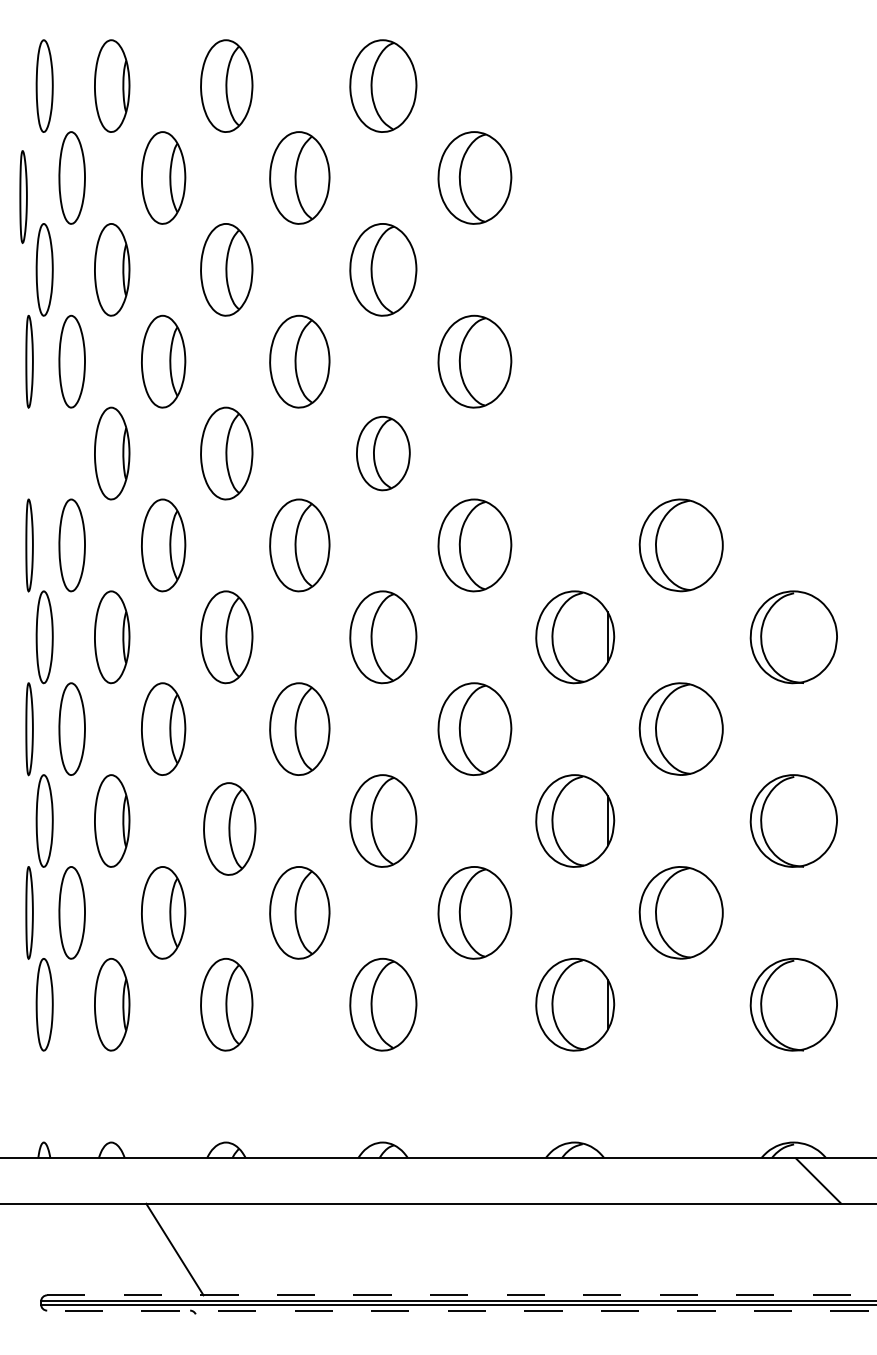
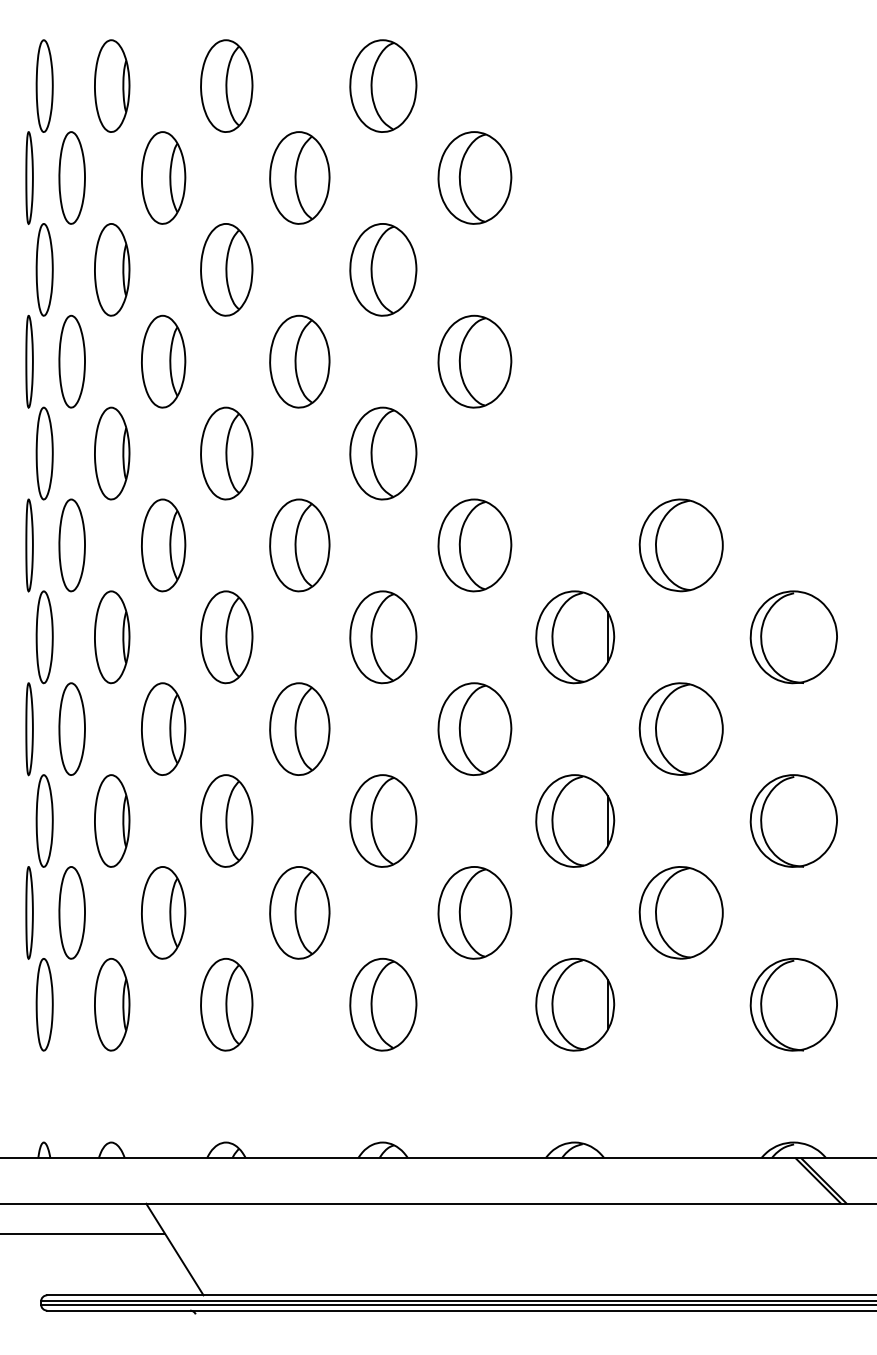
part at (23, 196) position: (23, 196) -> (29, 177)
part at (44, 453): none -> present
part at (383, 453) size: 55x76 px -> 69x95 px
part at (229, 828) position: (229, 828) -> (226, 820)
hatch at (823, 1180): none -> present
line at (83, 1234): none -> present
line at (462, 1295): dashed -> solid
line at (461, 1310): dashed -> solid
